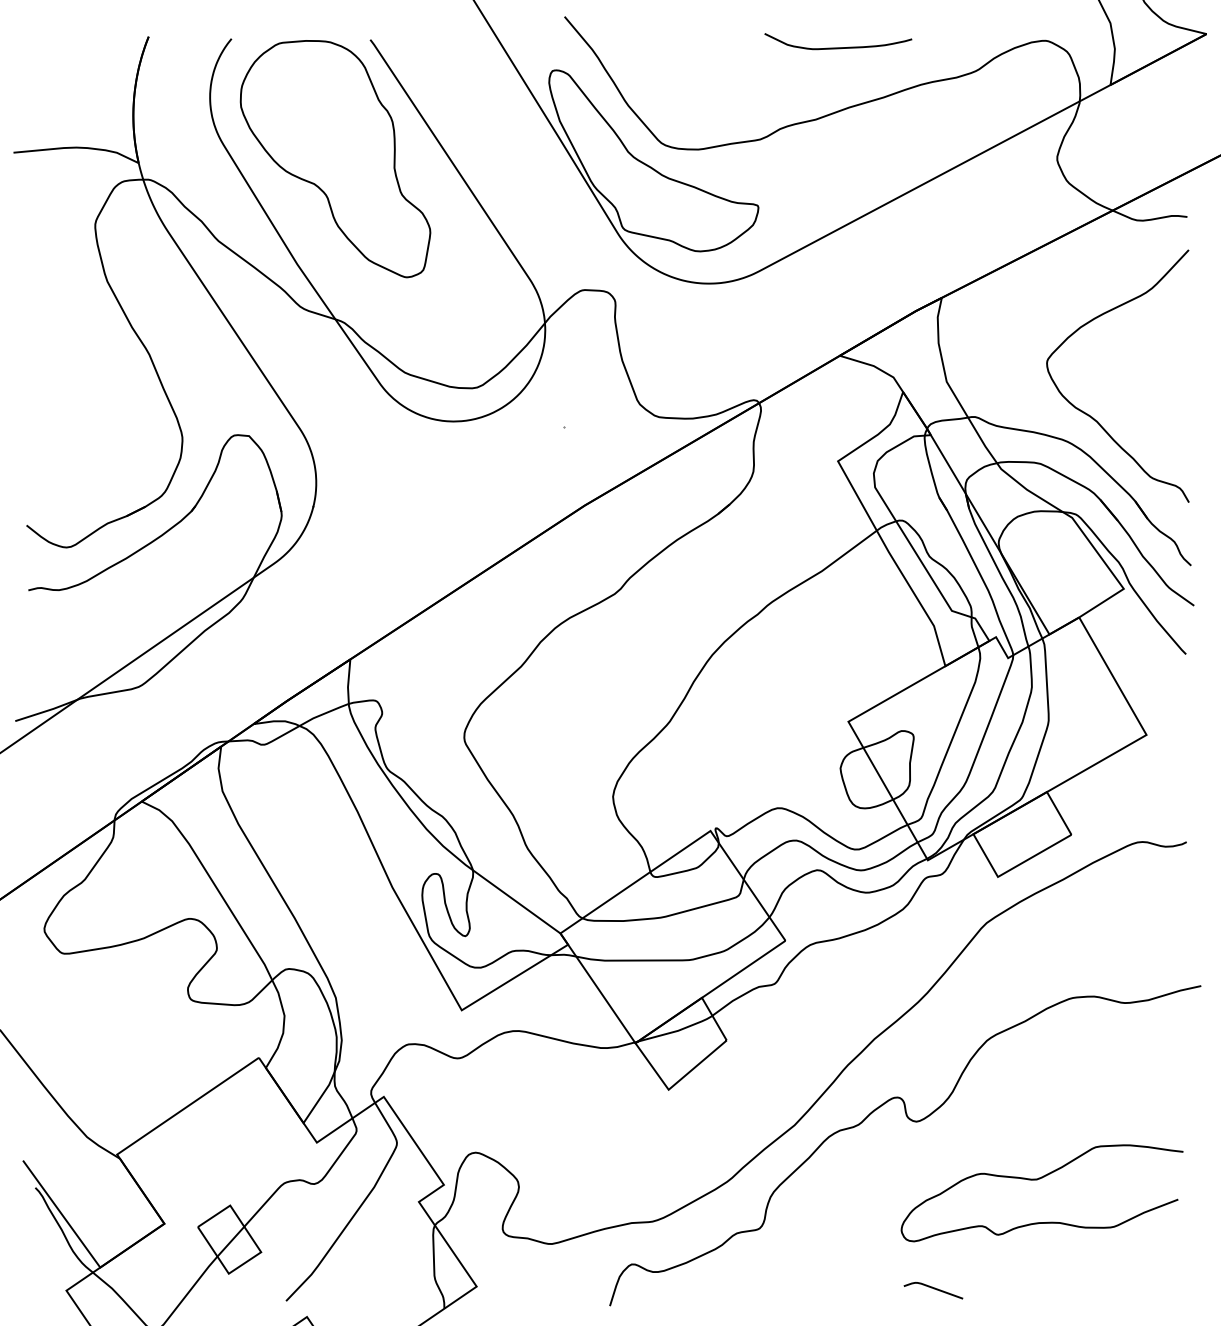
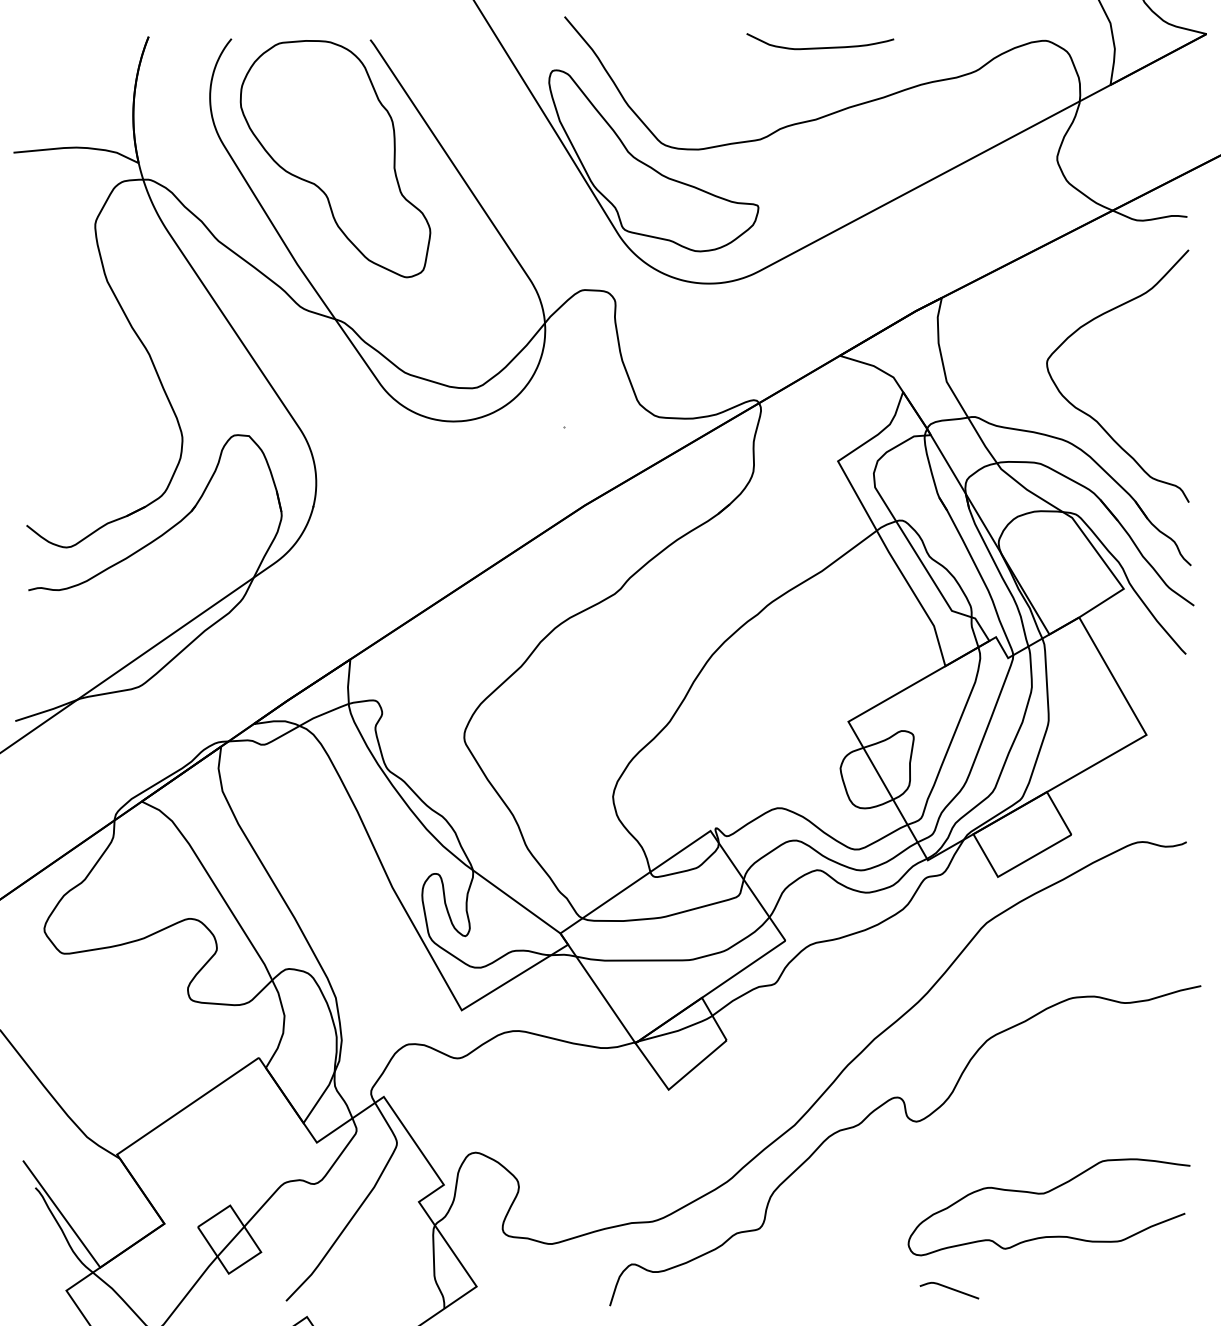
curve at (838, 47) position: (838, 47) -> (820, 47)
curve at (1037, 1180) position: (1037, 1180) -> (1044, 1194)
curve at (933, 1289) position: (933, 1289) -> (949, 1289)
